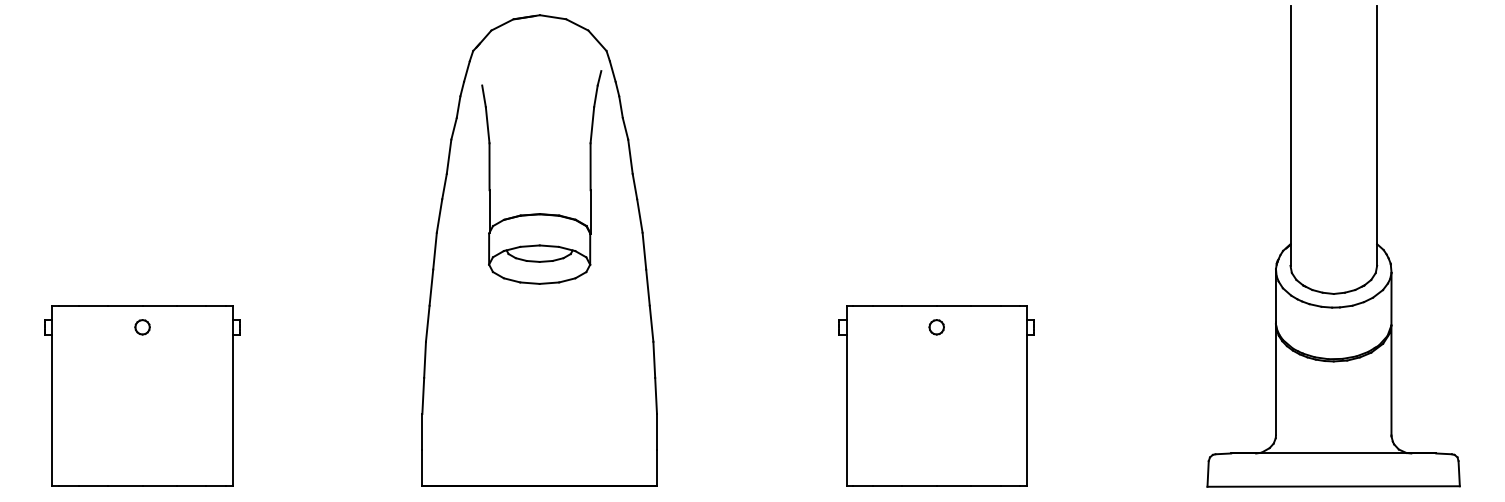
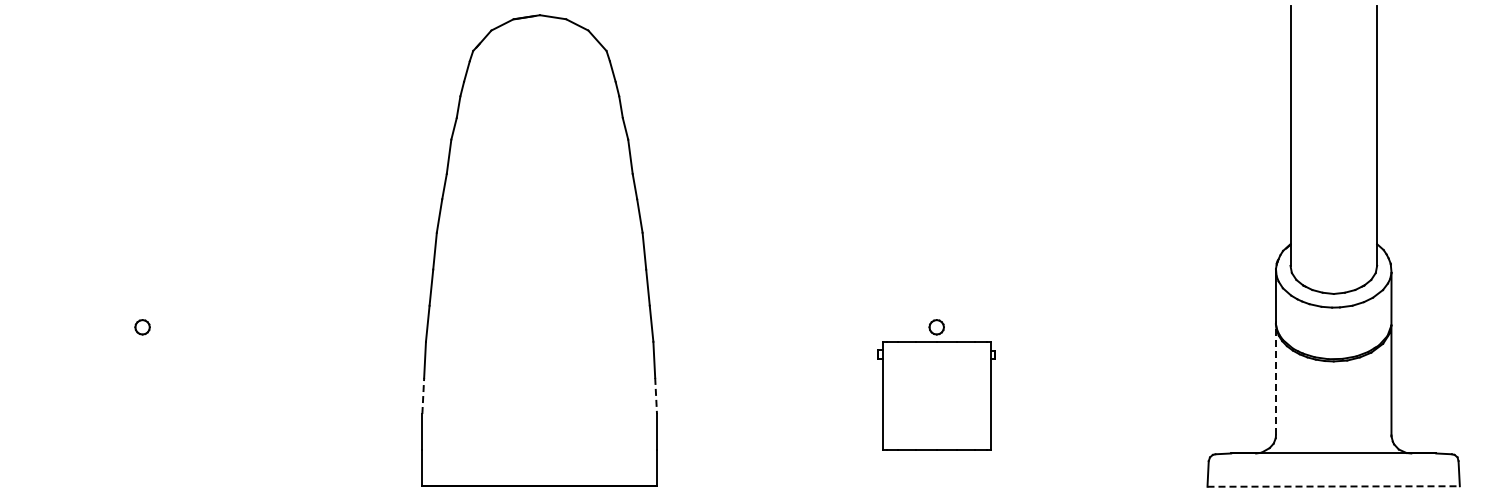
part at (541, 213): present -> none
line at (1275, 379): solid -> dashed
part at (142, 395): present -> none
line at (423, 395): solid -> dashed
part at (936, 395) size: 197x182 px -> 119x110 px
line at (656, 396): solid -> dashed
line at (1334, 486): solid -> dashed
